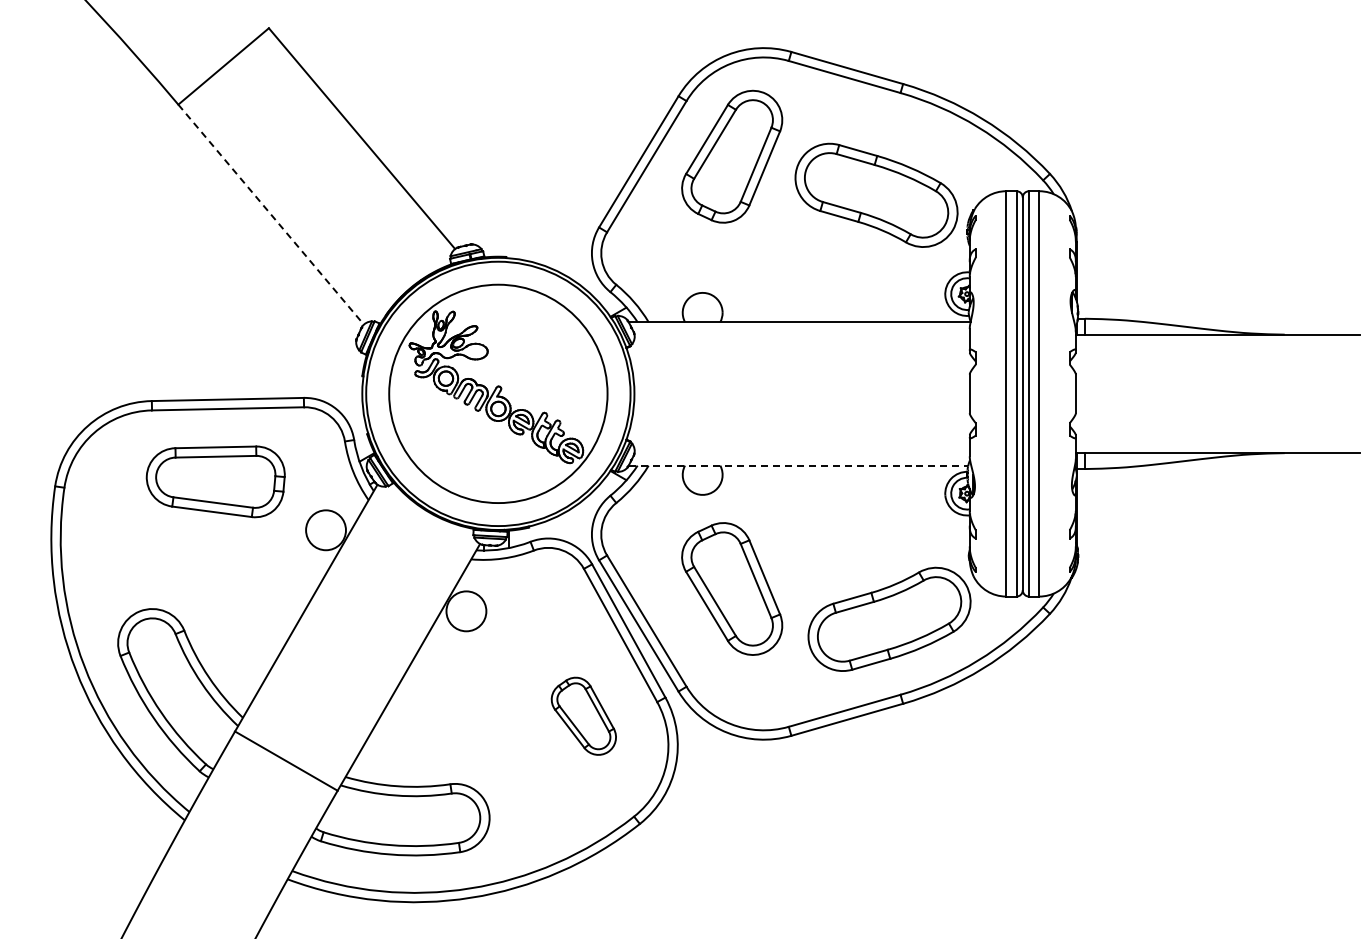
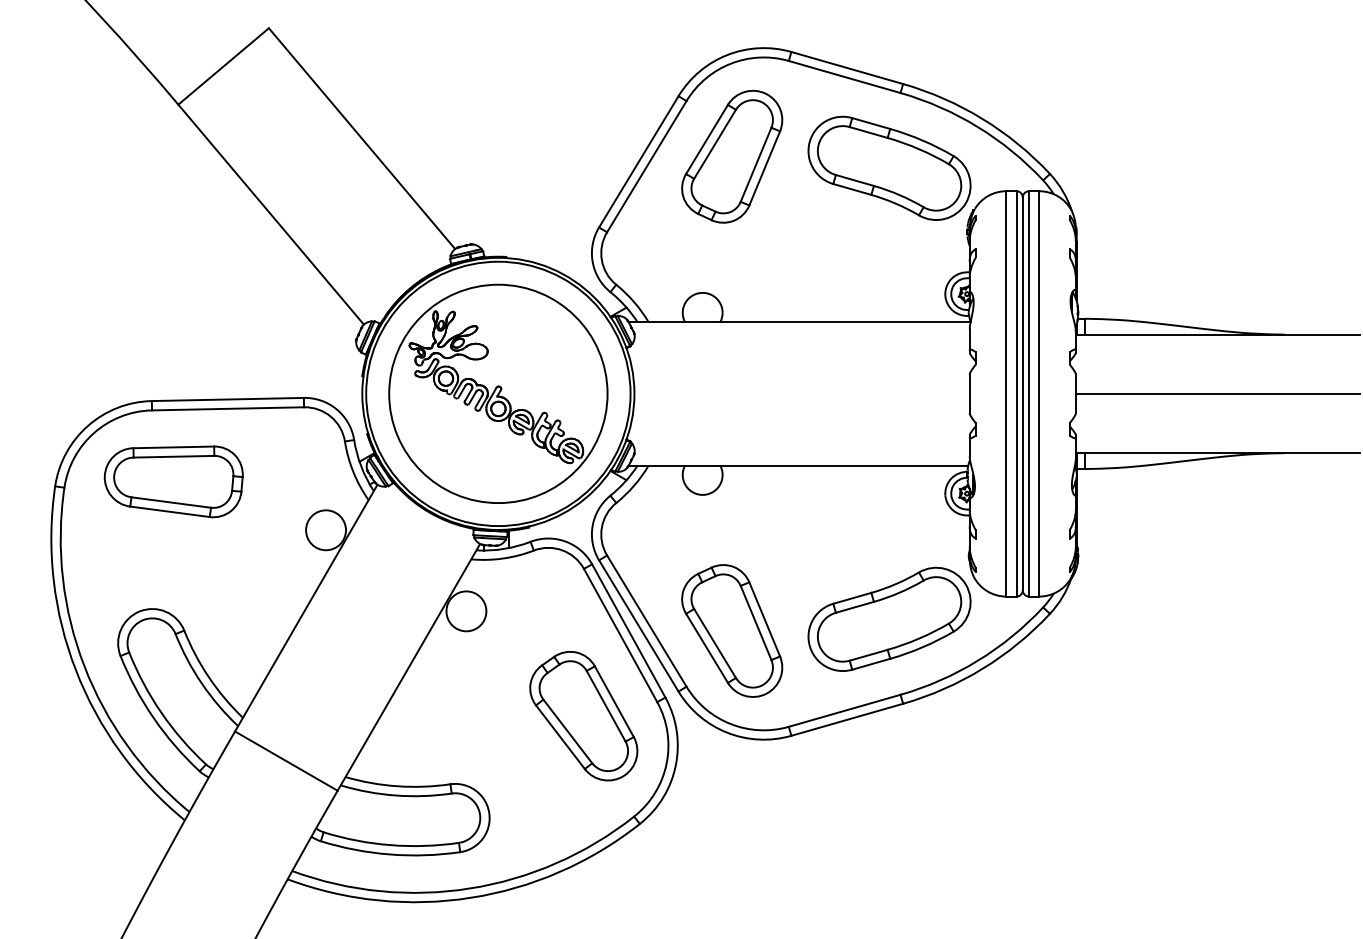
part at (876, 194) position: (876, 194) -> (889, 167)
line at (271, 214): dashed -> solid
line at (1217, 393): none -> present
line at (798, 465): dashed -> solid
part at (215, 481) position: (215, 481) -> (173, 481)
part at (732, 588) position: (732, 588) -> (732, 630)
part at (583, 715) size: 67x80 px -> 110x131 px
